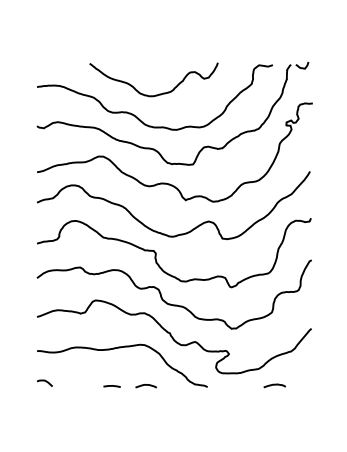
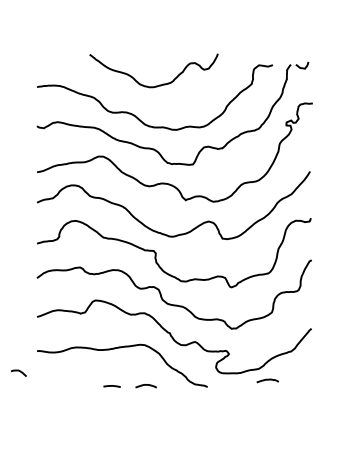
curve at (155, 94) position: (155, 94) -> (155, 85)
curve at (44, 381) position: (44, 381) -> (18, 371)
curve at (274, 385) position: (274, 385) -> (267, 380)
